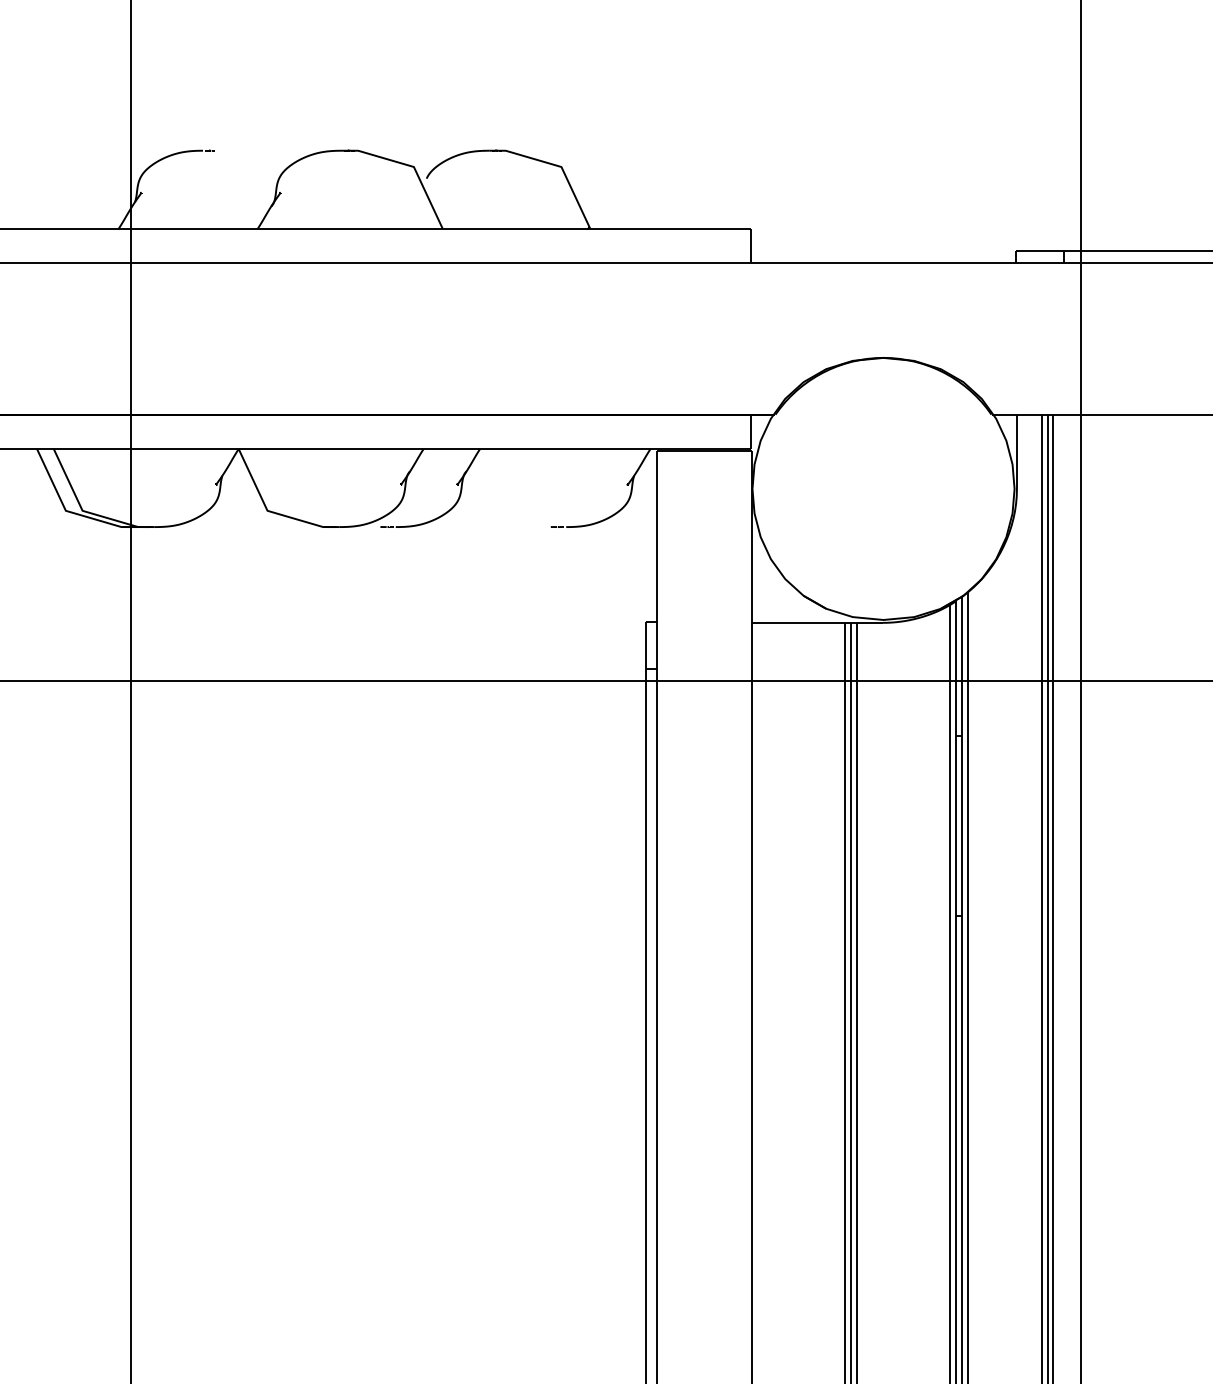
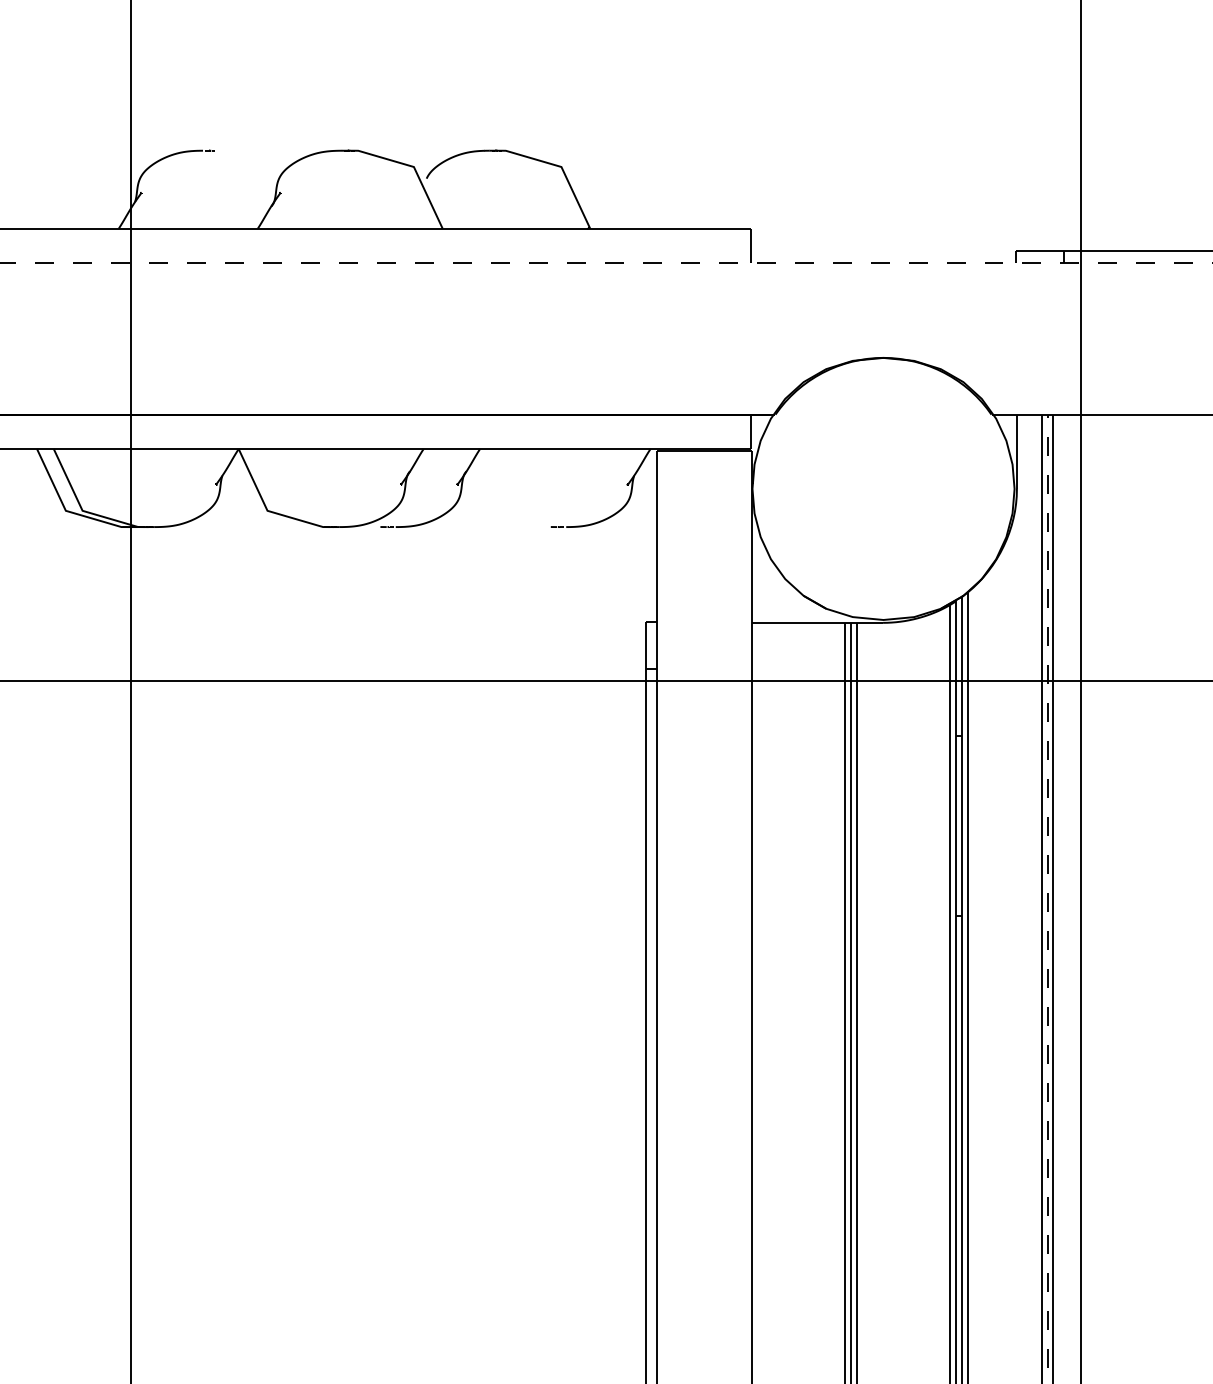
line at (606, 262): solid -> dashed
line at (1047, 898): solid -> dashed
